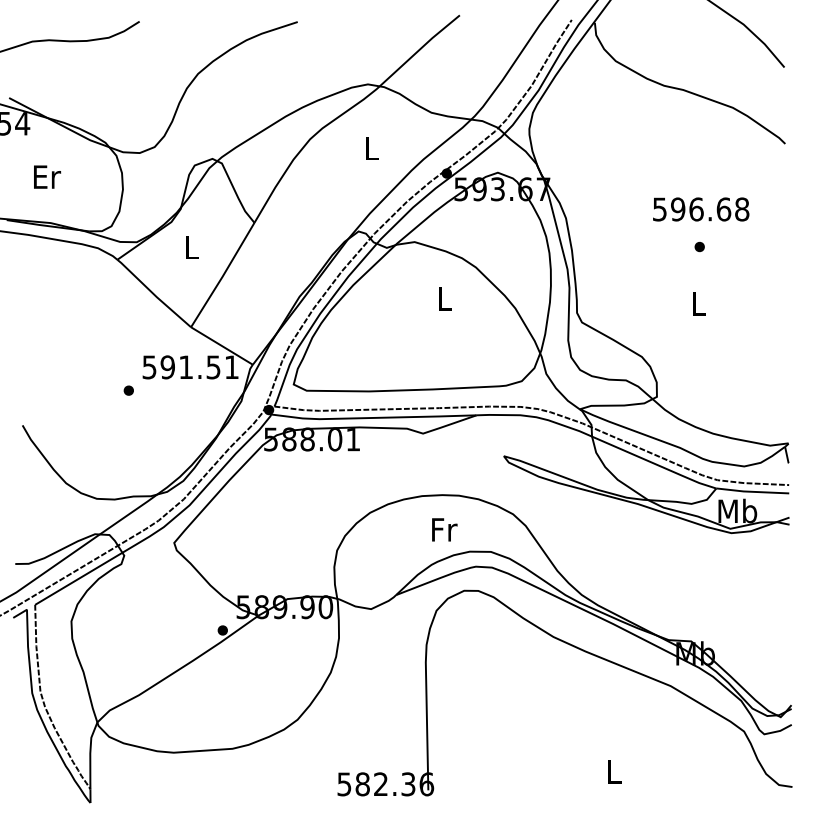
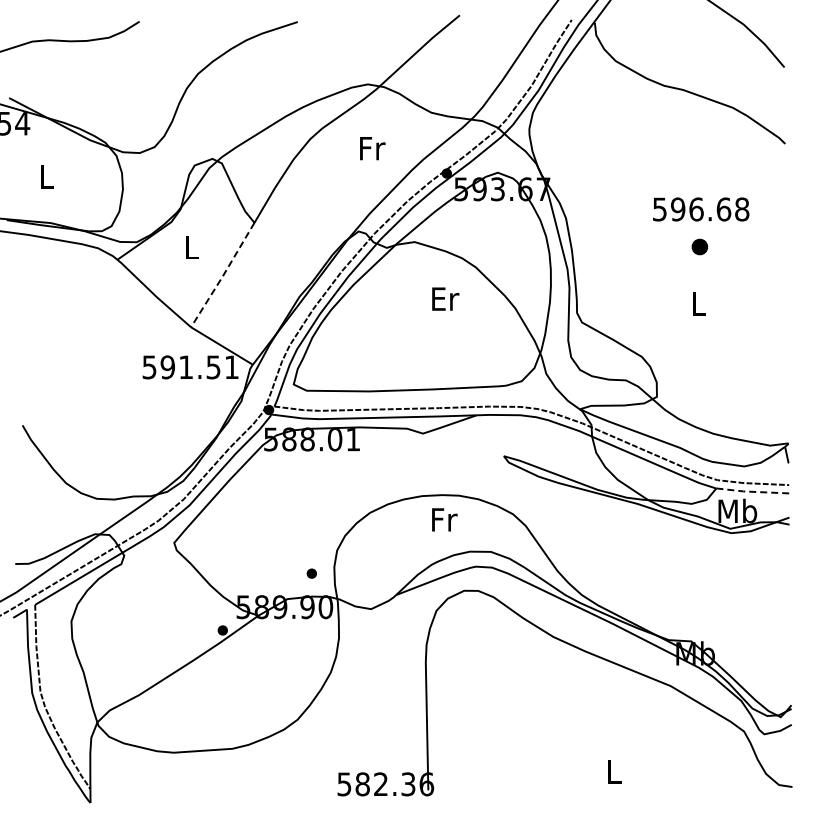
text at (372, 148): L -> Fr
text at (47, 176): Er -> L
part at (699, 246) size: 11x12 px -> 17x18 px
line at (223, 275): solid -> dashed
text at (445, 298): L -> Er
part at (128, 390) position: (128, 390) -> (311, 573)
line at (752, 491): solid -> dashed
text at (444, 529) position: (444, 529) -> (444, 519)
